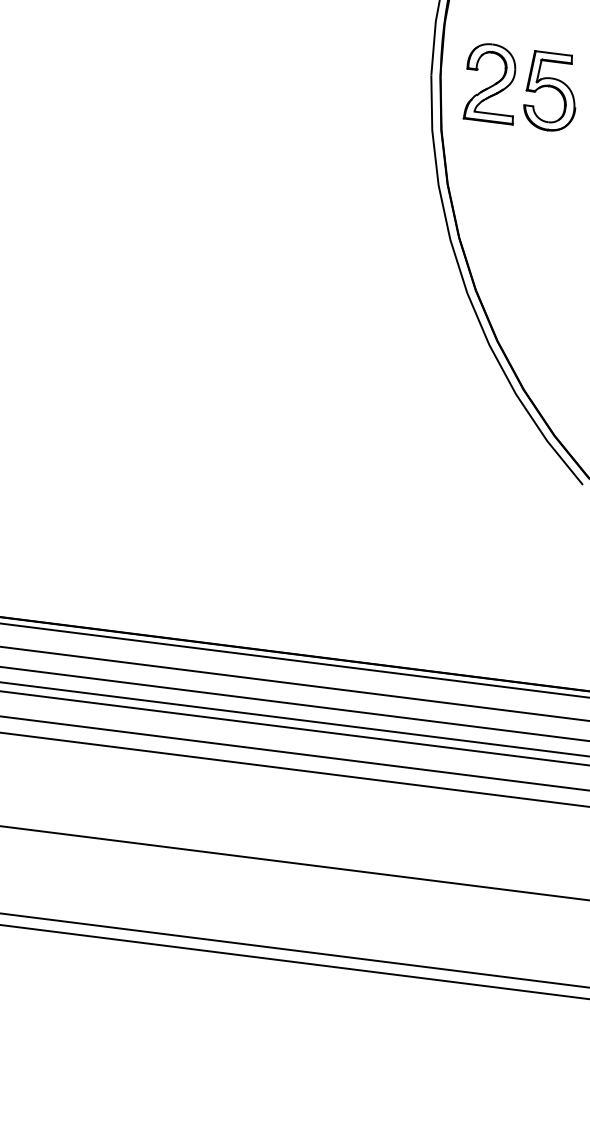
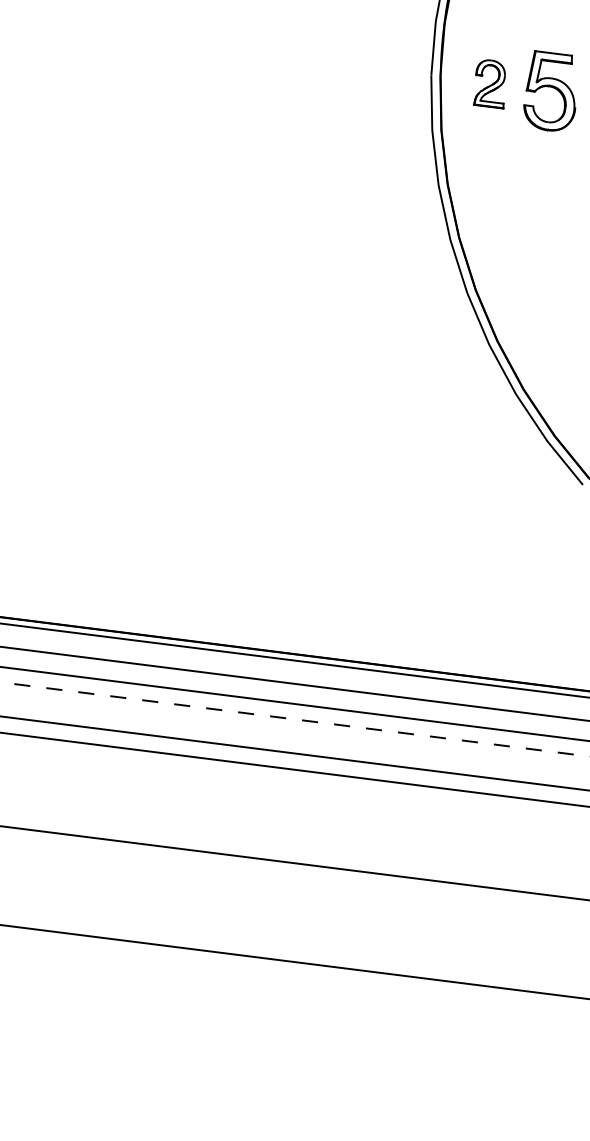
part at (489, 84) size: 55x83 px -> 33x51 px
line at (294, 719): solid -> dashed
line at (294, 728): present -> none
line at (294, 950): present -> none
